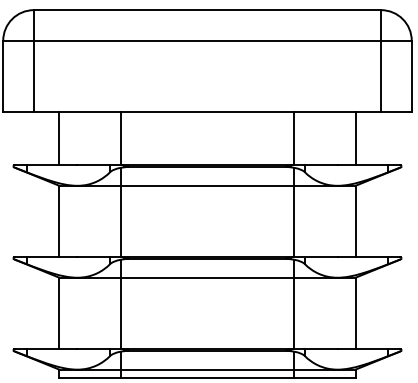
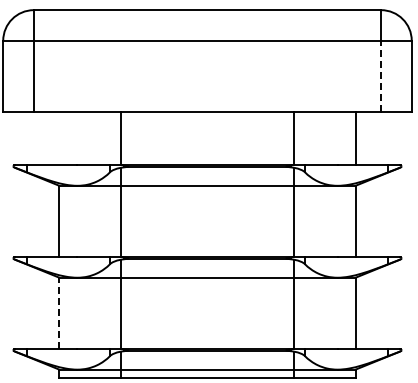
line at (381, 76): solid -> dashed
line at (59, 138): present -> none
line at (59, 313): solid -> dashed
